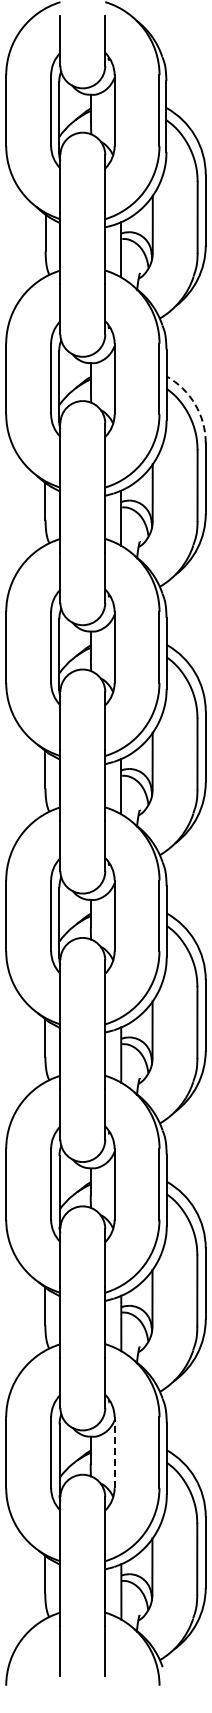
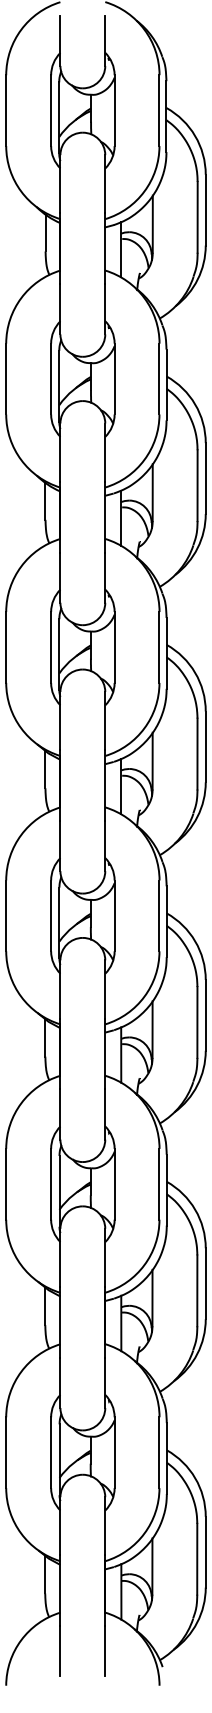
arc at (195, 404): dashed -> solid
line at (114, 1452): dashed -> solid
